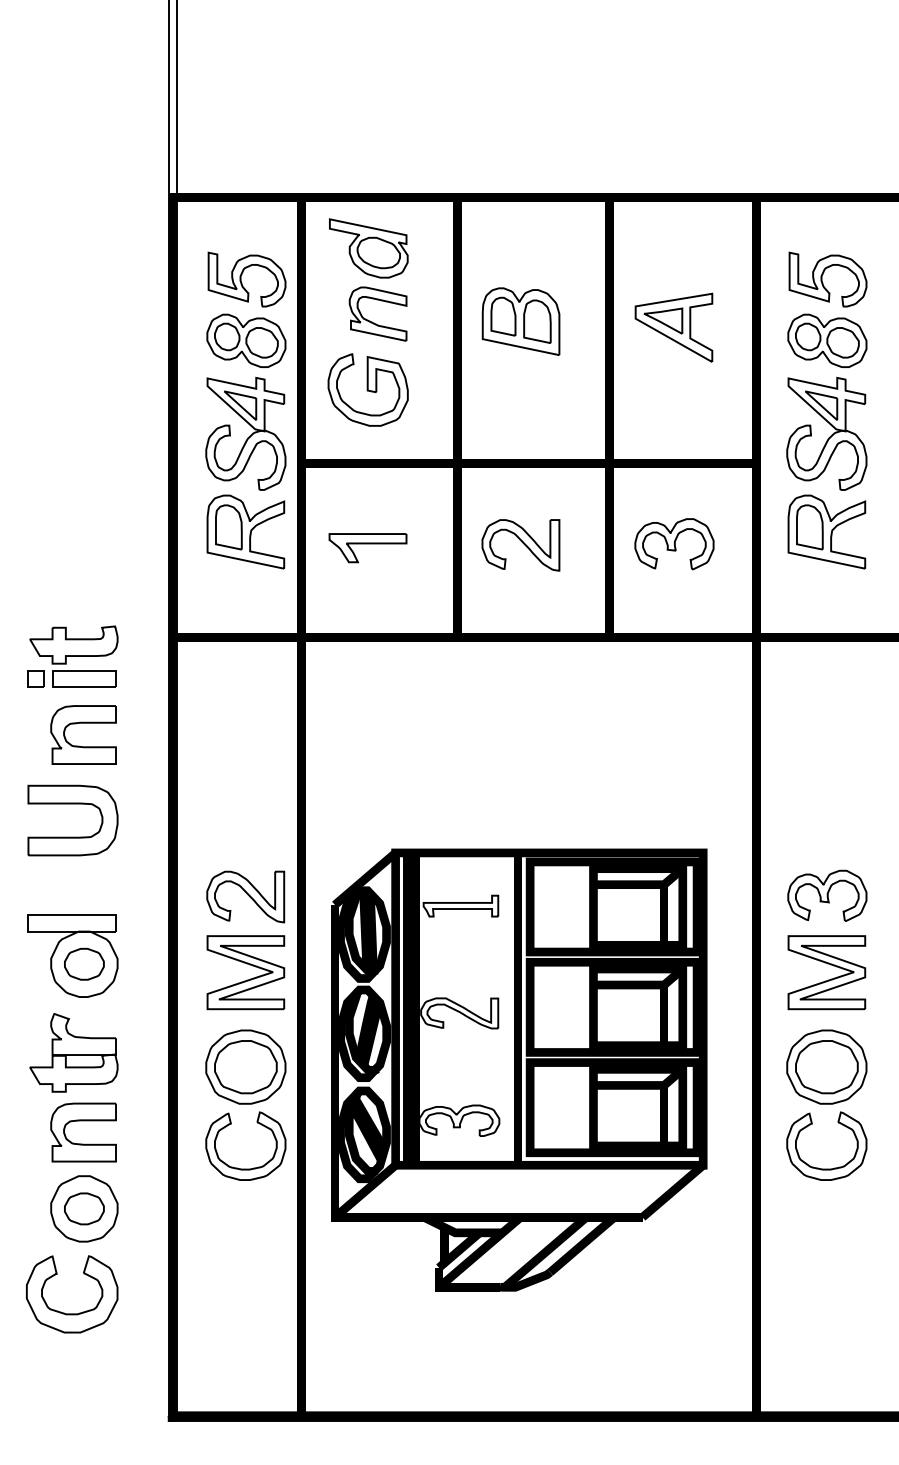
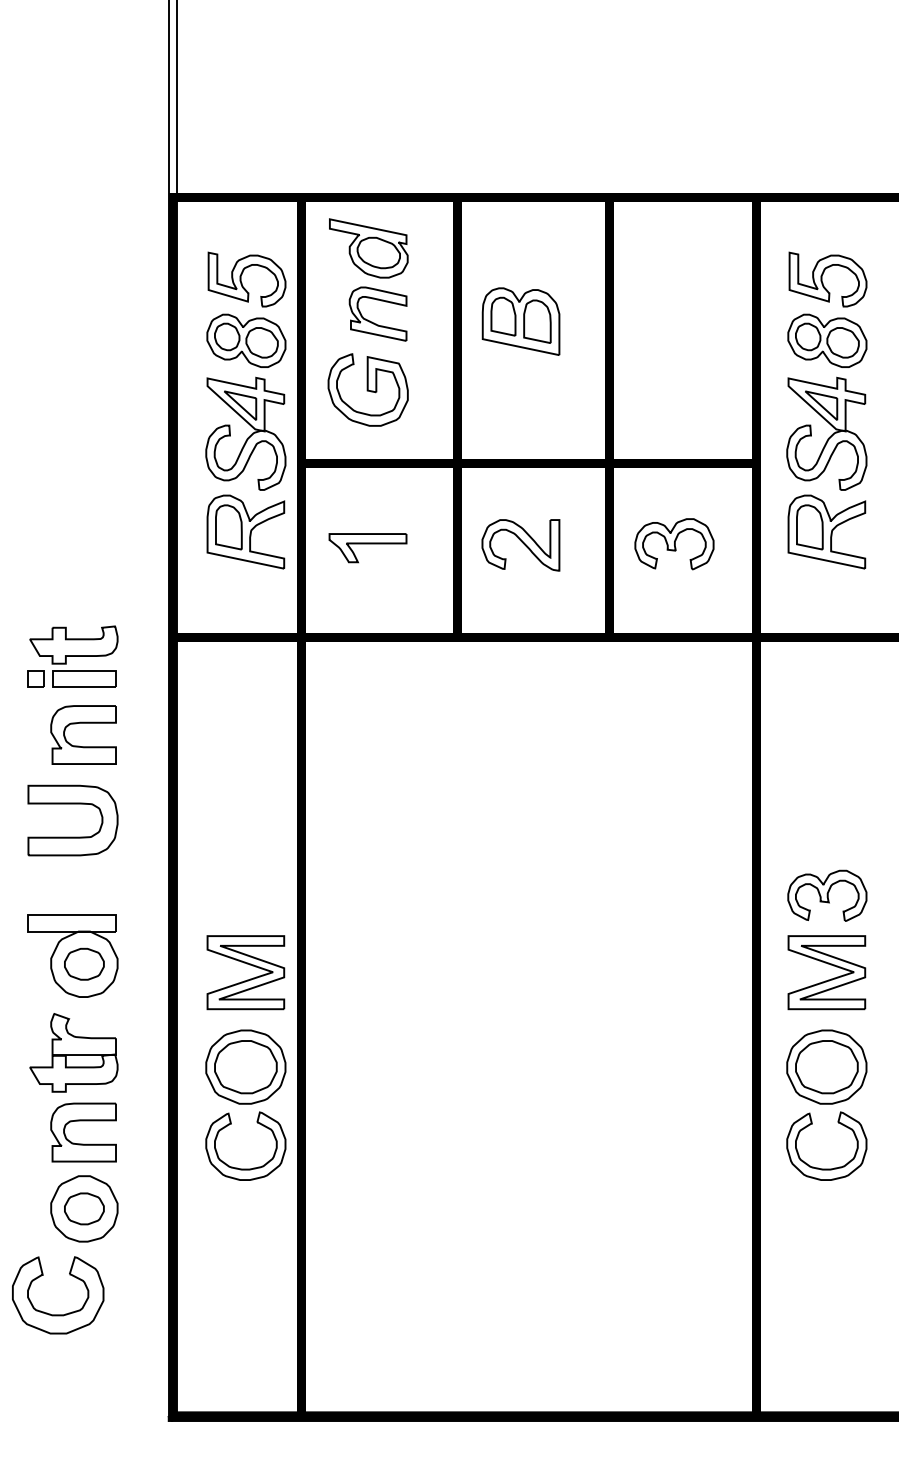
part at (673, 327): present -> none
part at (245, 896): present -> none
part at (519, 1069): present -> none
part at (72, 1313) position: (72, 1313) -> (58, 1314)
